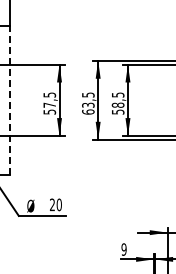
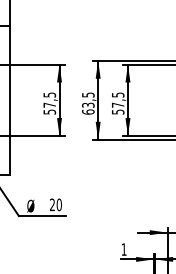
line at (9, 99): dashed -> solid
text at (117, 104): 58,5 -> 57,5
text at (123, 249): 9 -> 1
